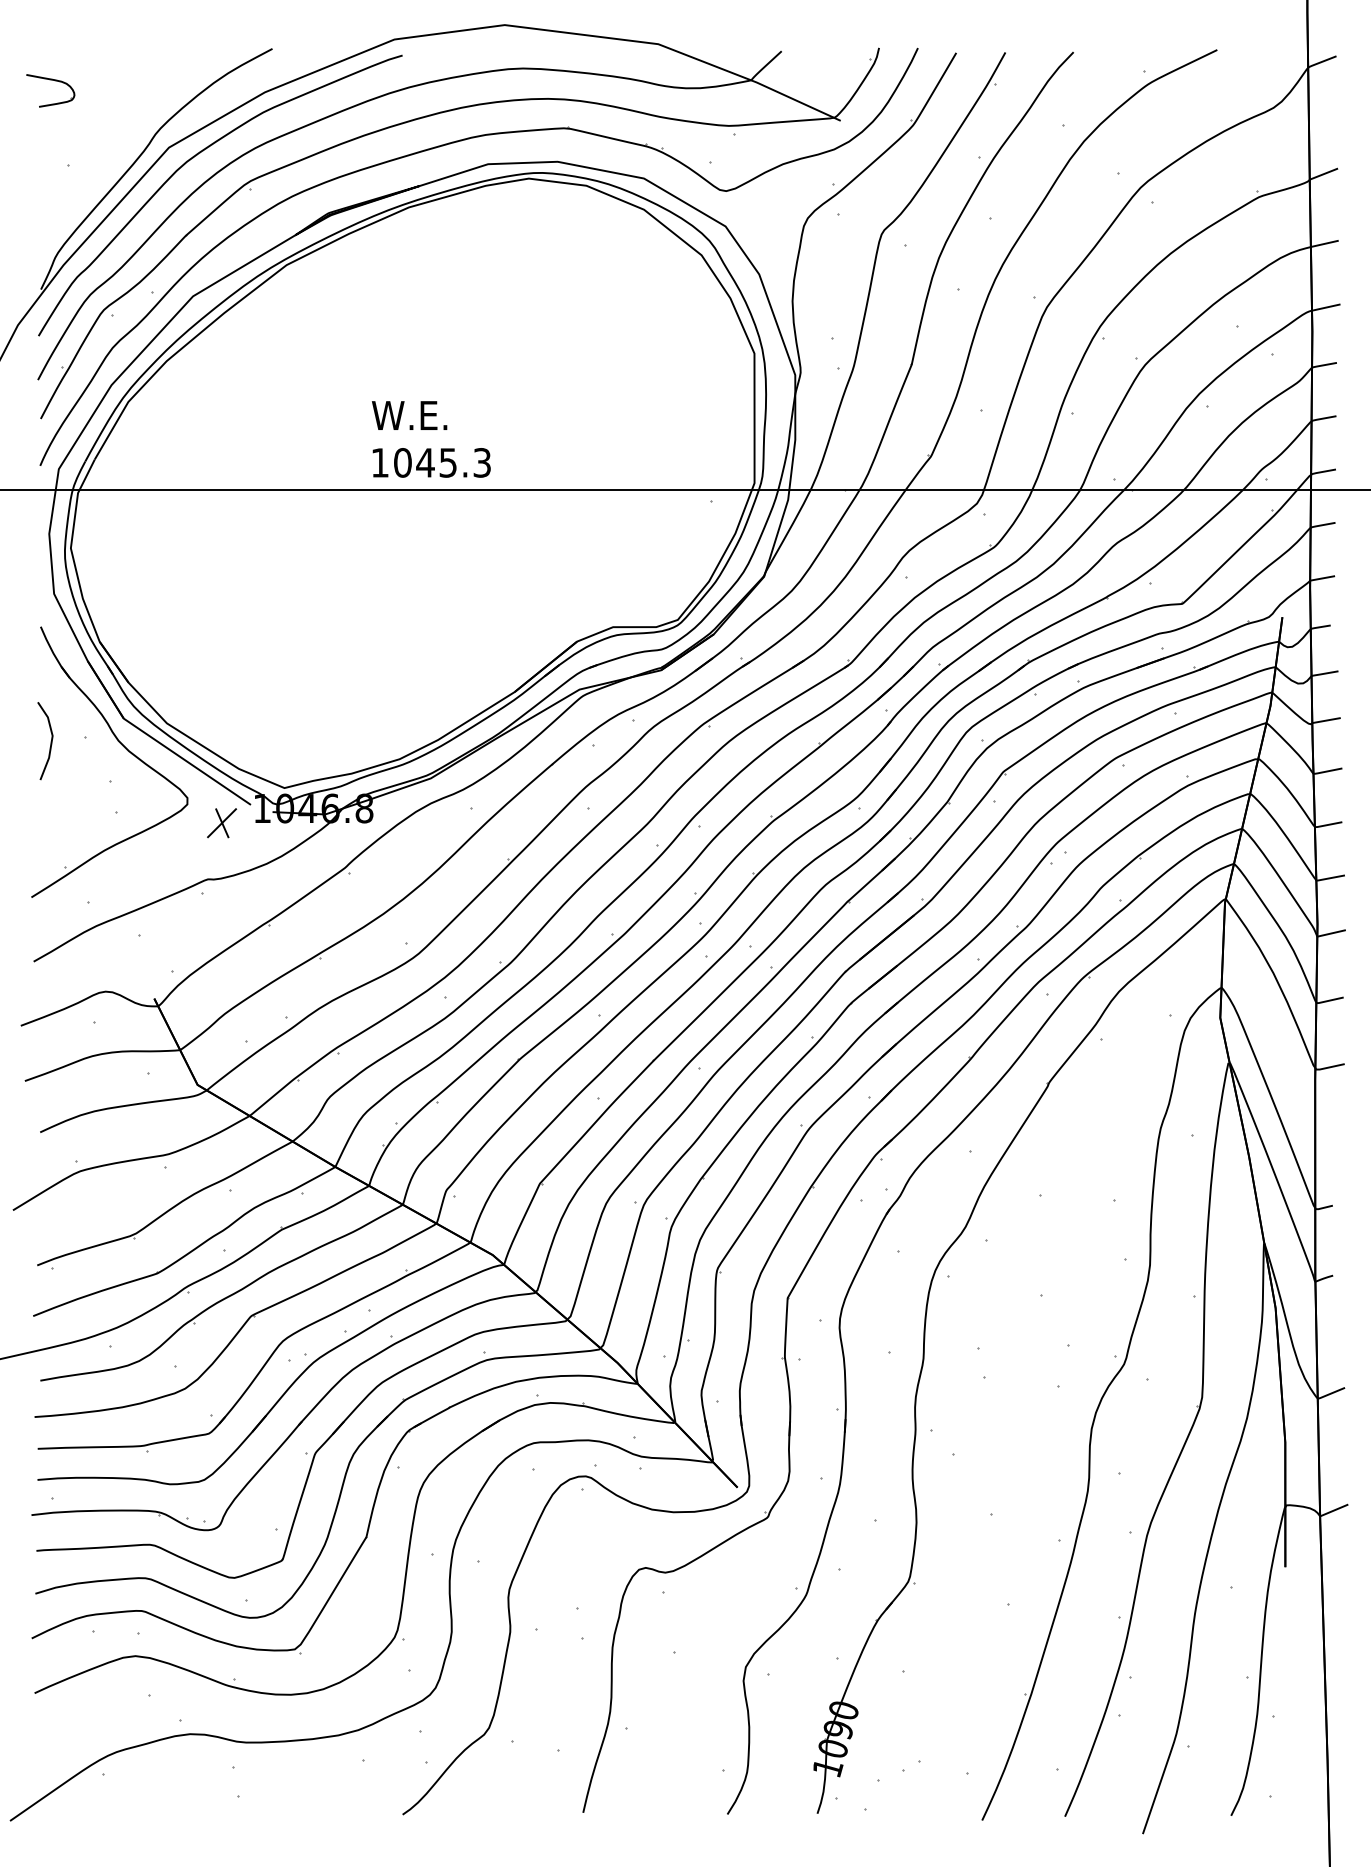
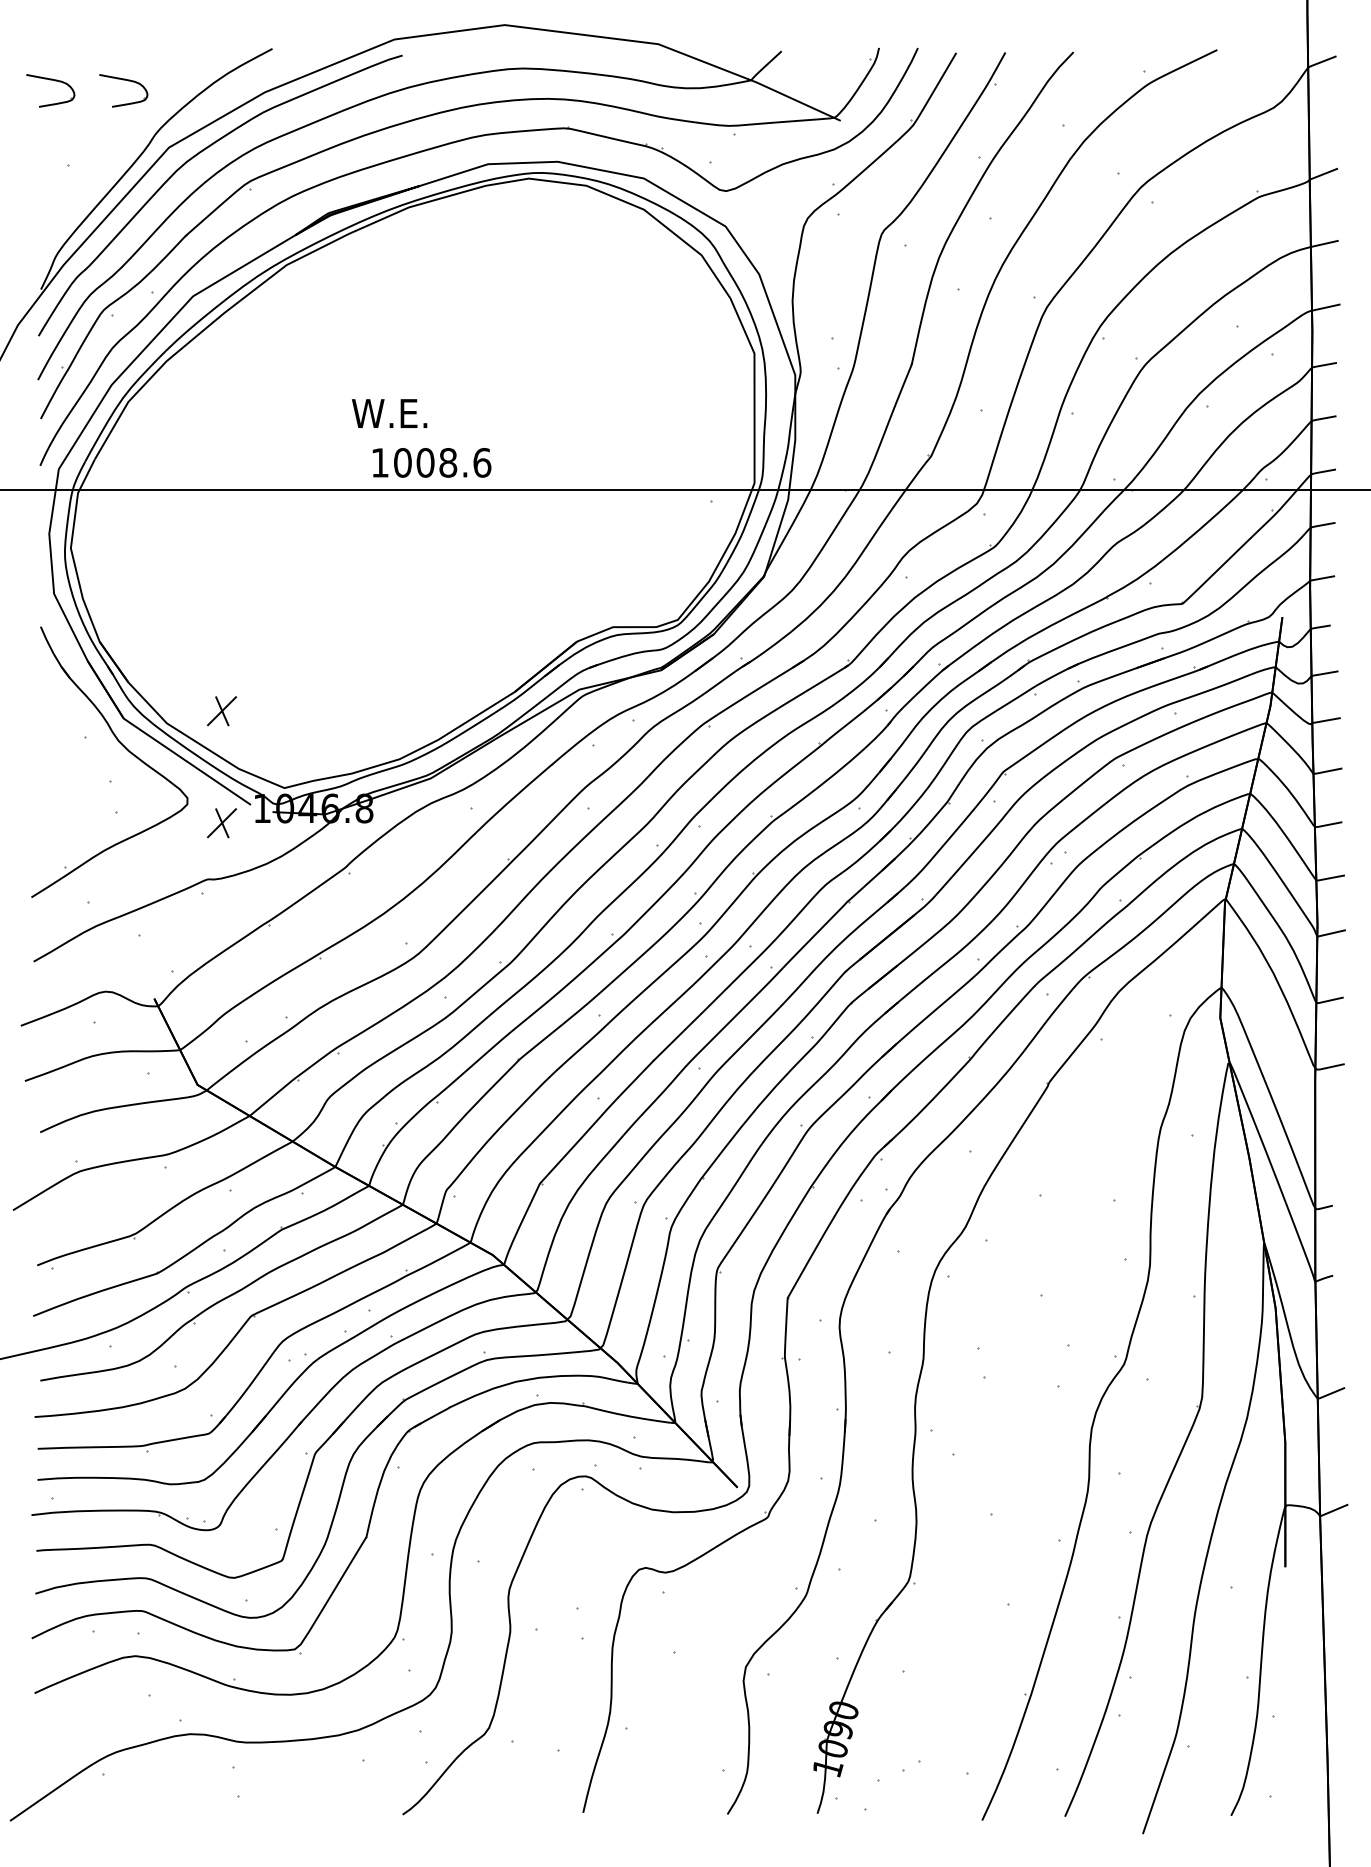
part at (123, 80): none -> present
text at (409, 415) position: (409, 415) -> (389, 413)
text at (453, 462): 1045.3 -> 1008.6
part at (222, 711): none -> present
line at (50, 741): present -> none
